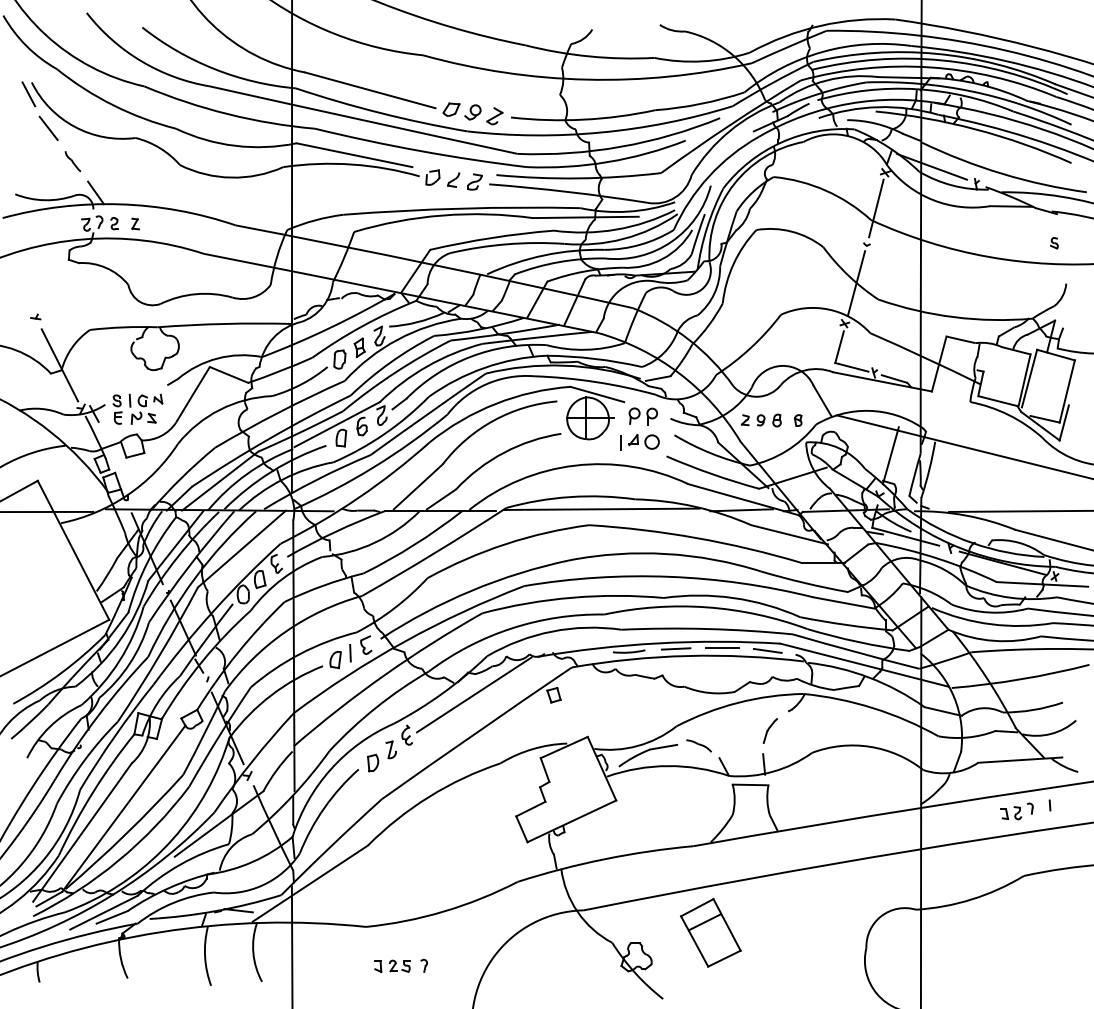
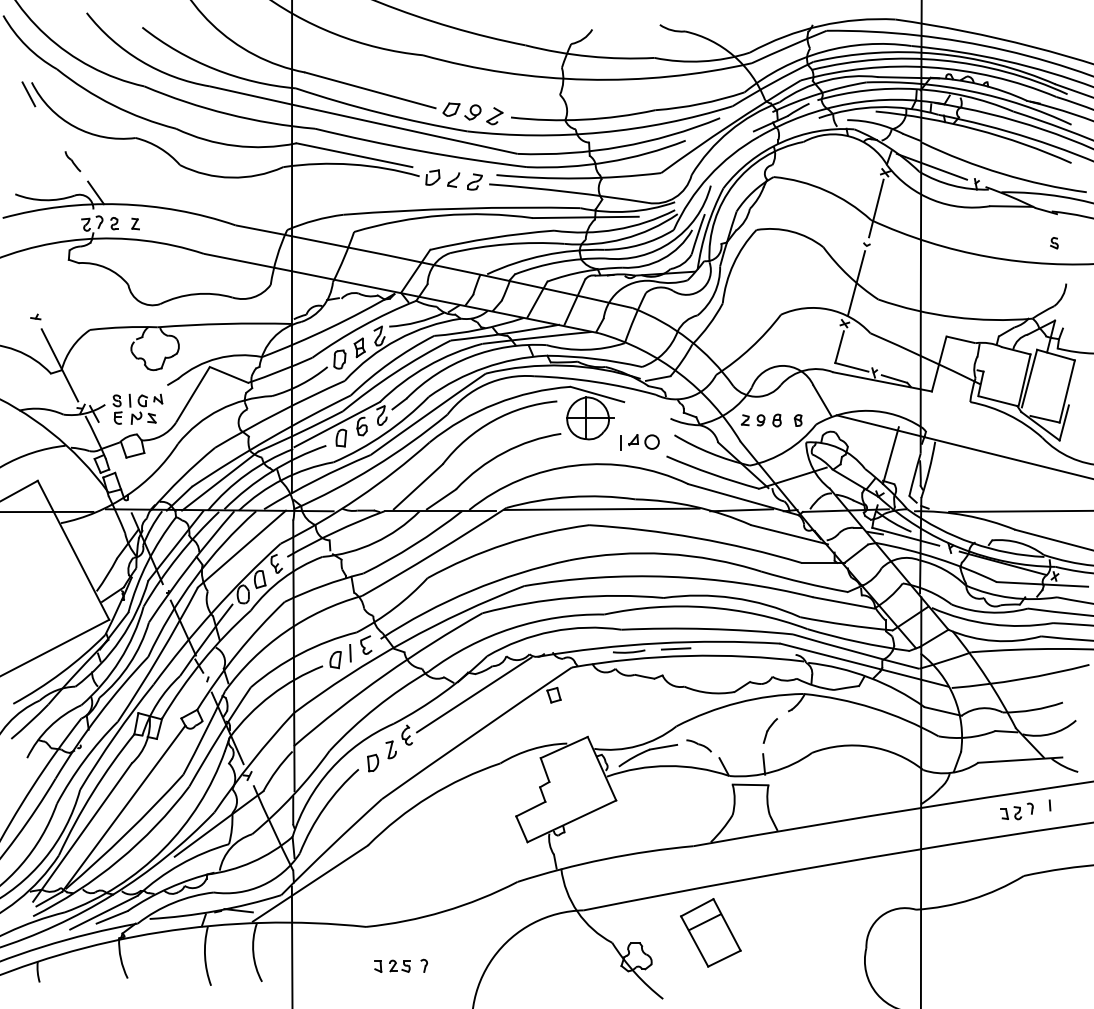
line at (48, 128): present -> none
part at (642, 416): present -> none
line at (721, 647): present -> none
line at (767, 650): present -> none
